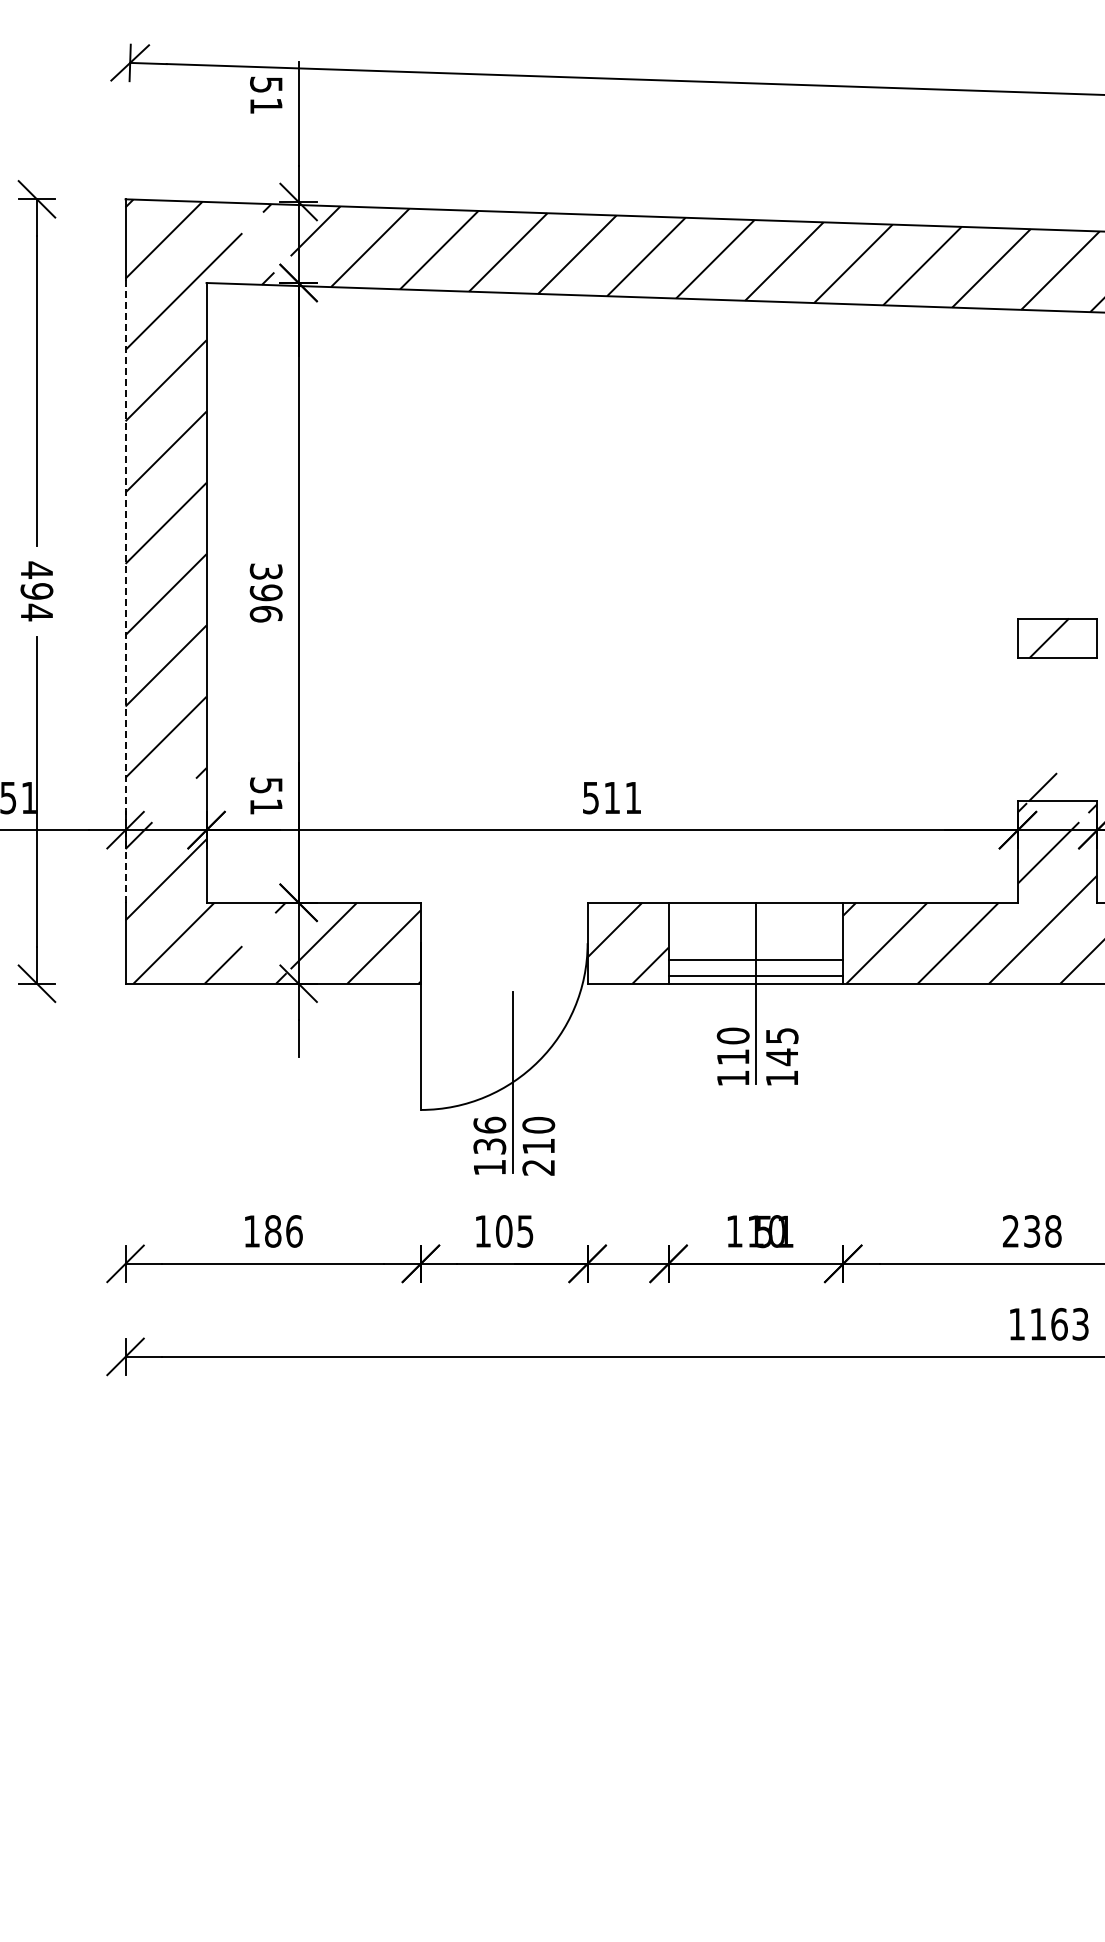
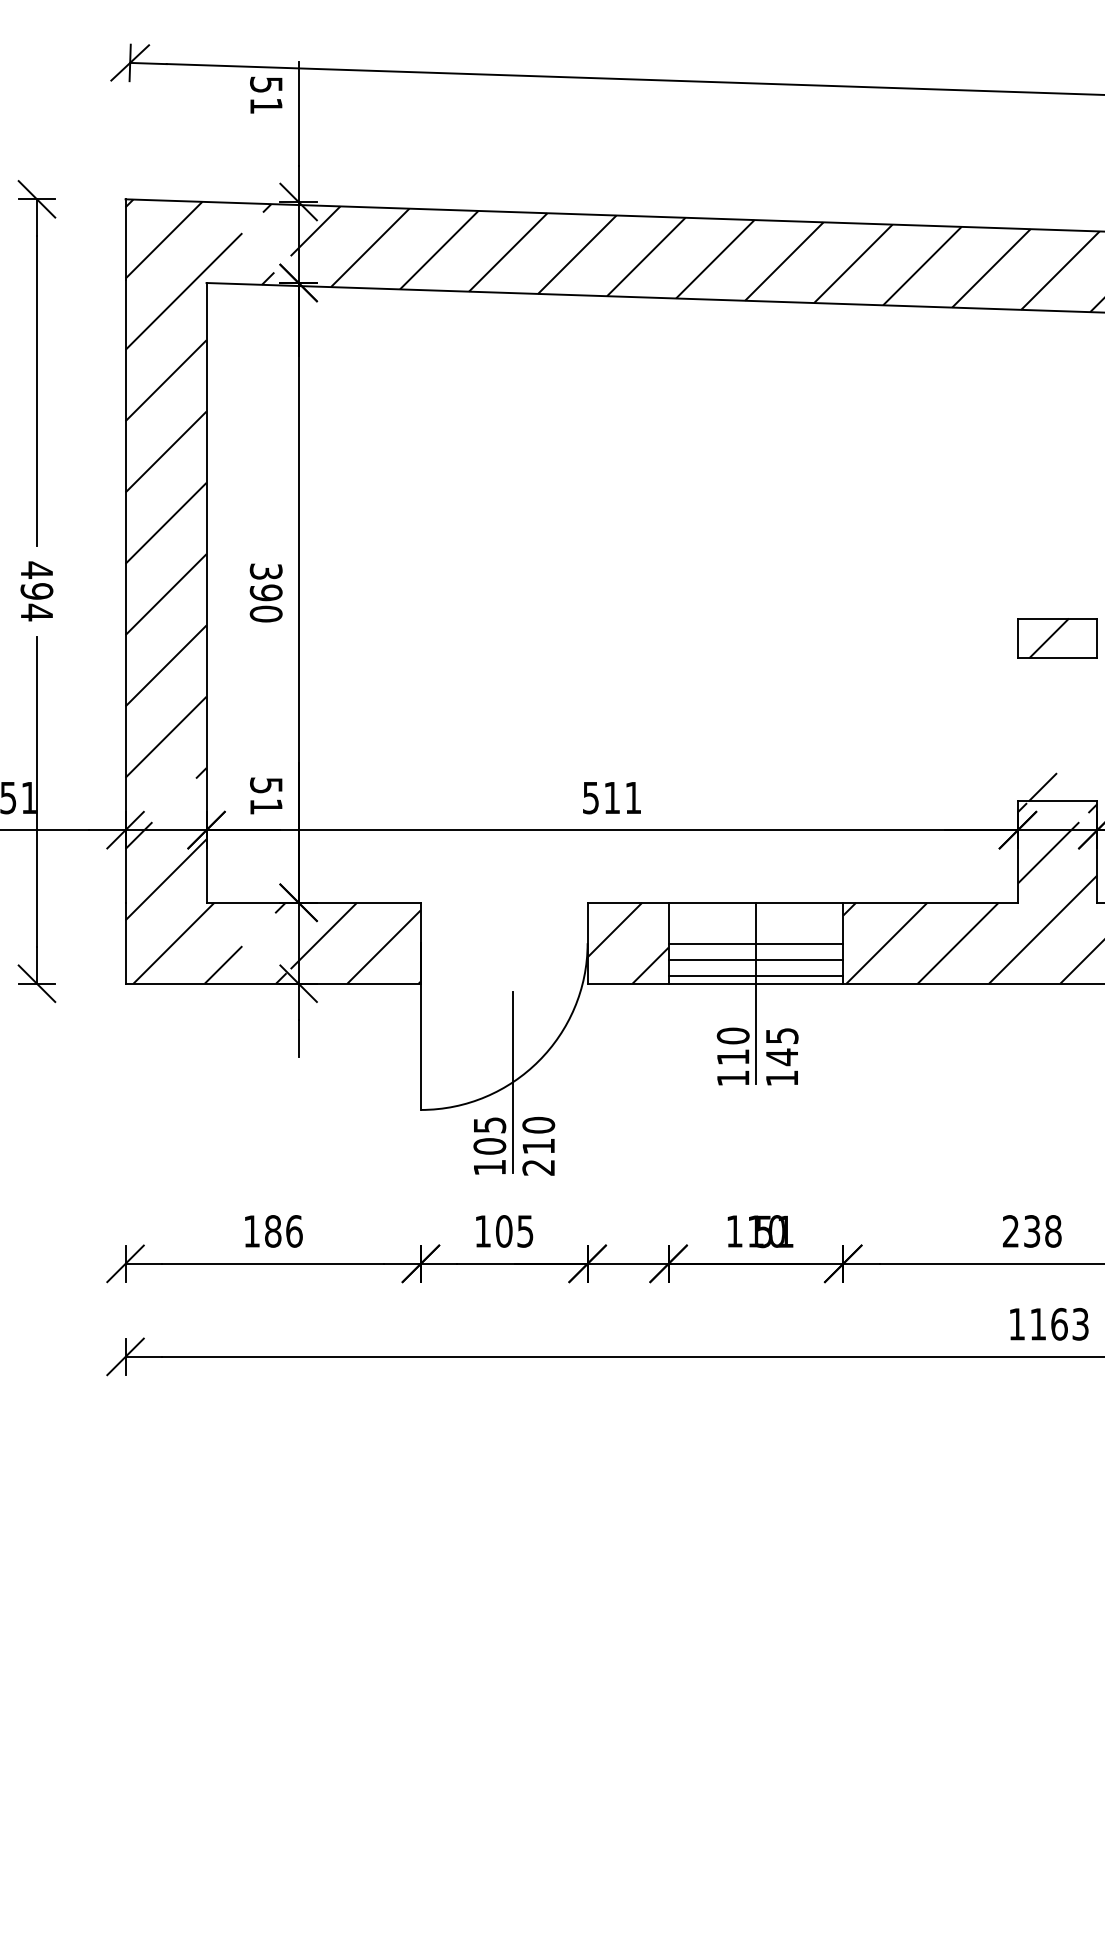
line at (125, 591): dashed -> solid
text at (266, 613): 396 -> 390
line at (755, 944): none -> present
text at (489, 1135): 136 -> 105
